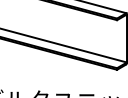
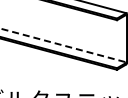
line at (62, 45): solid -> dashed
